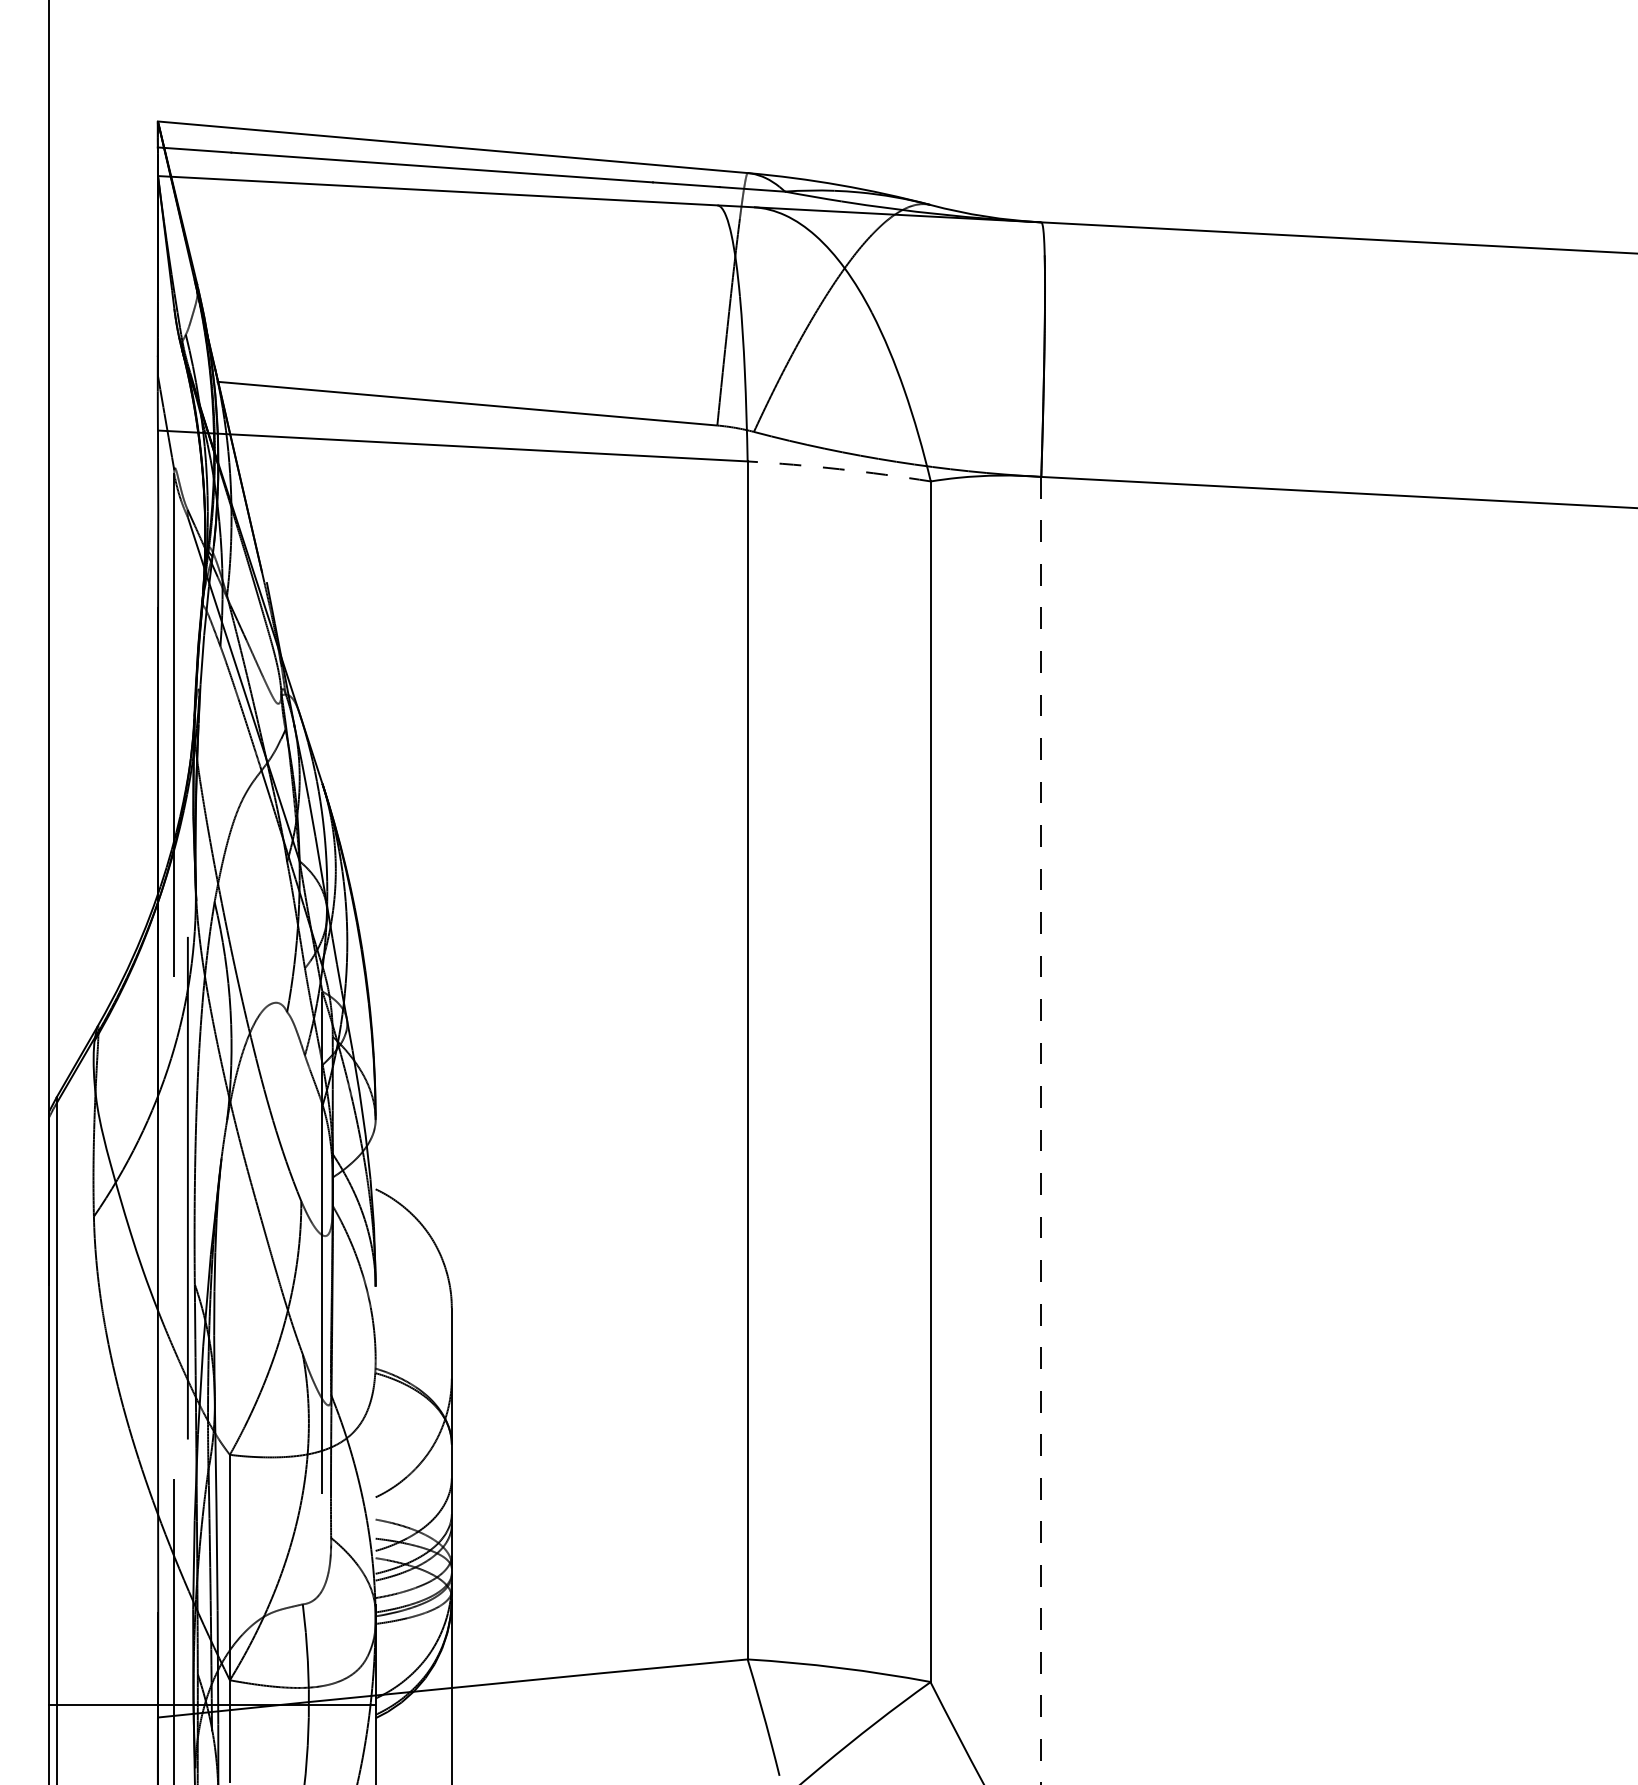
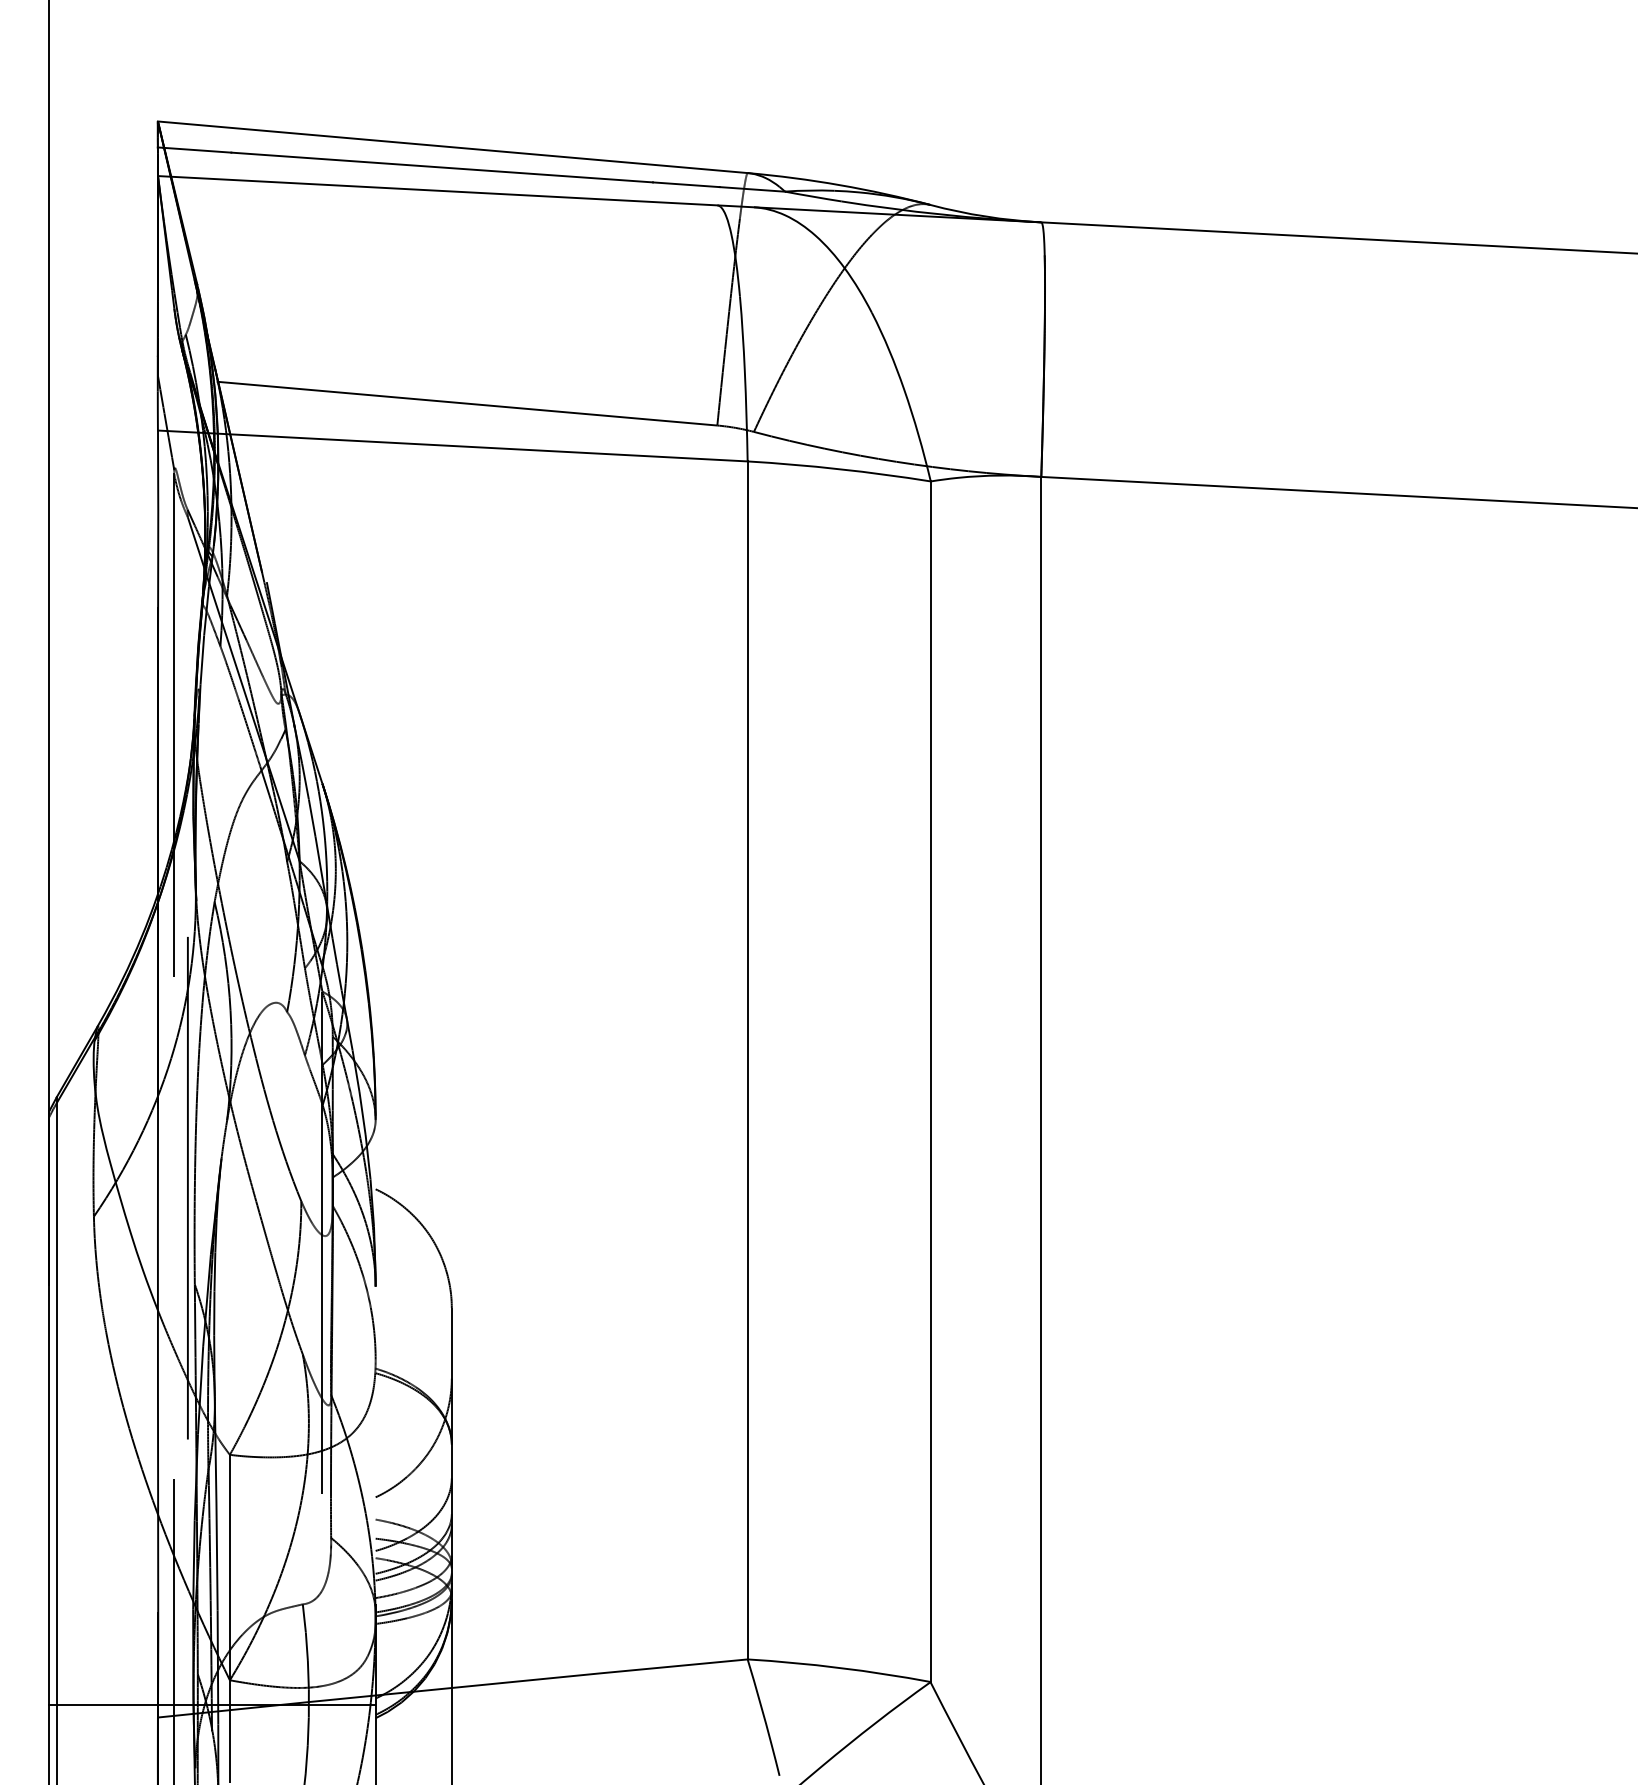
arc at (839, 469): dashed -> solid
line at (1041, 1130): dashed -> solid
